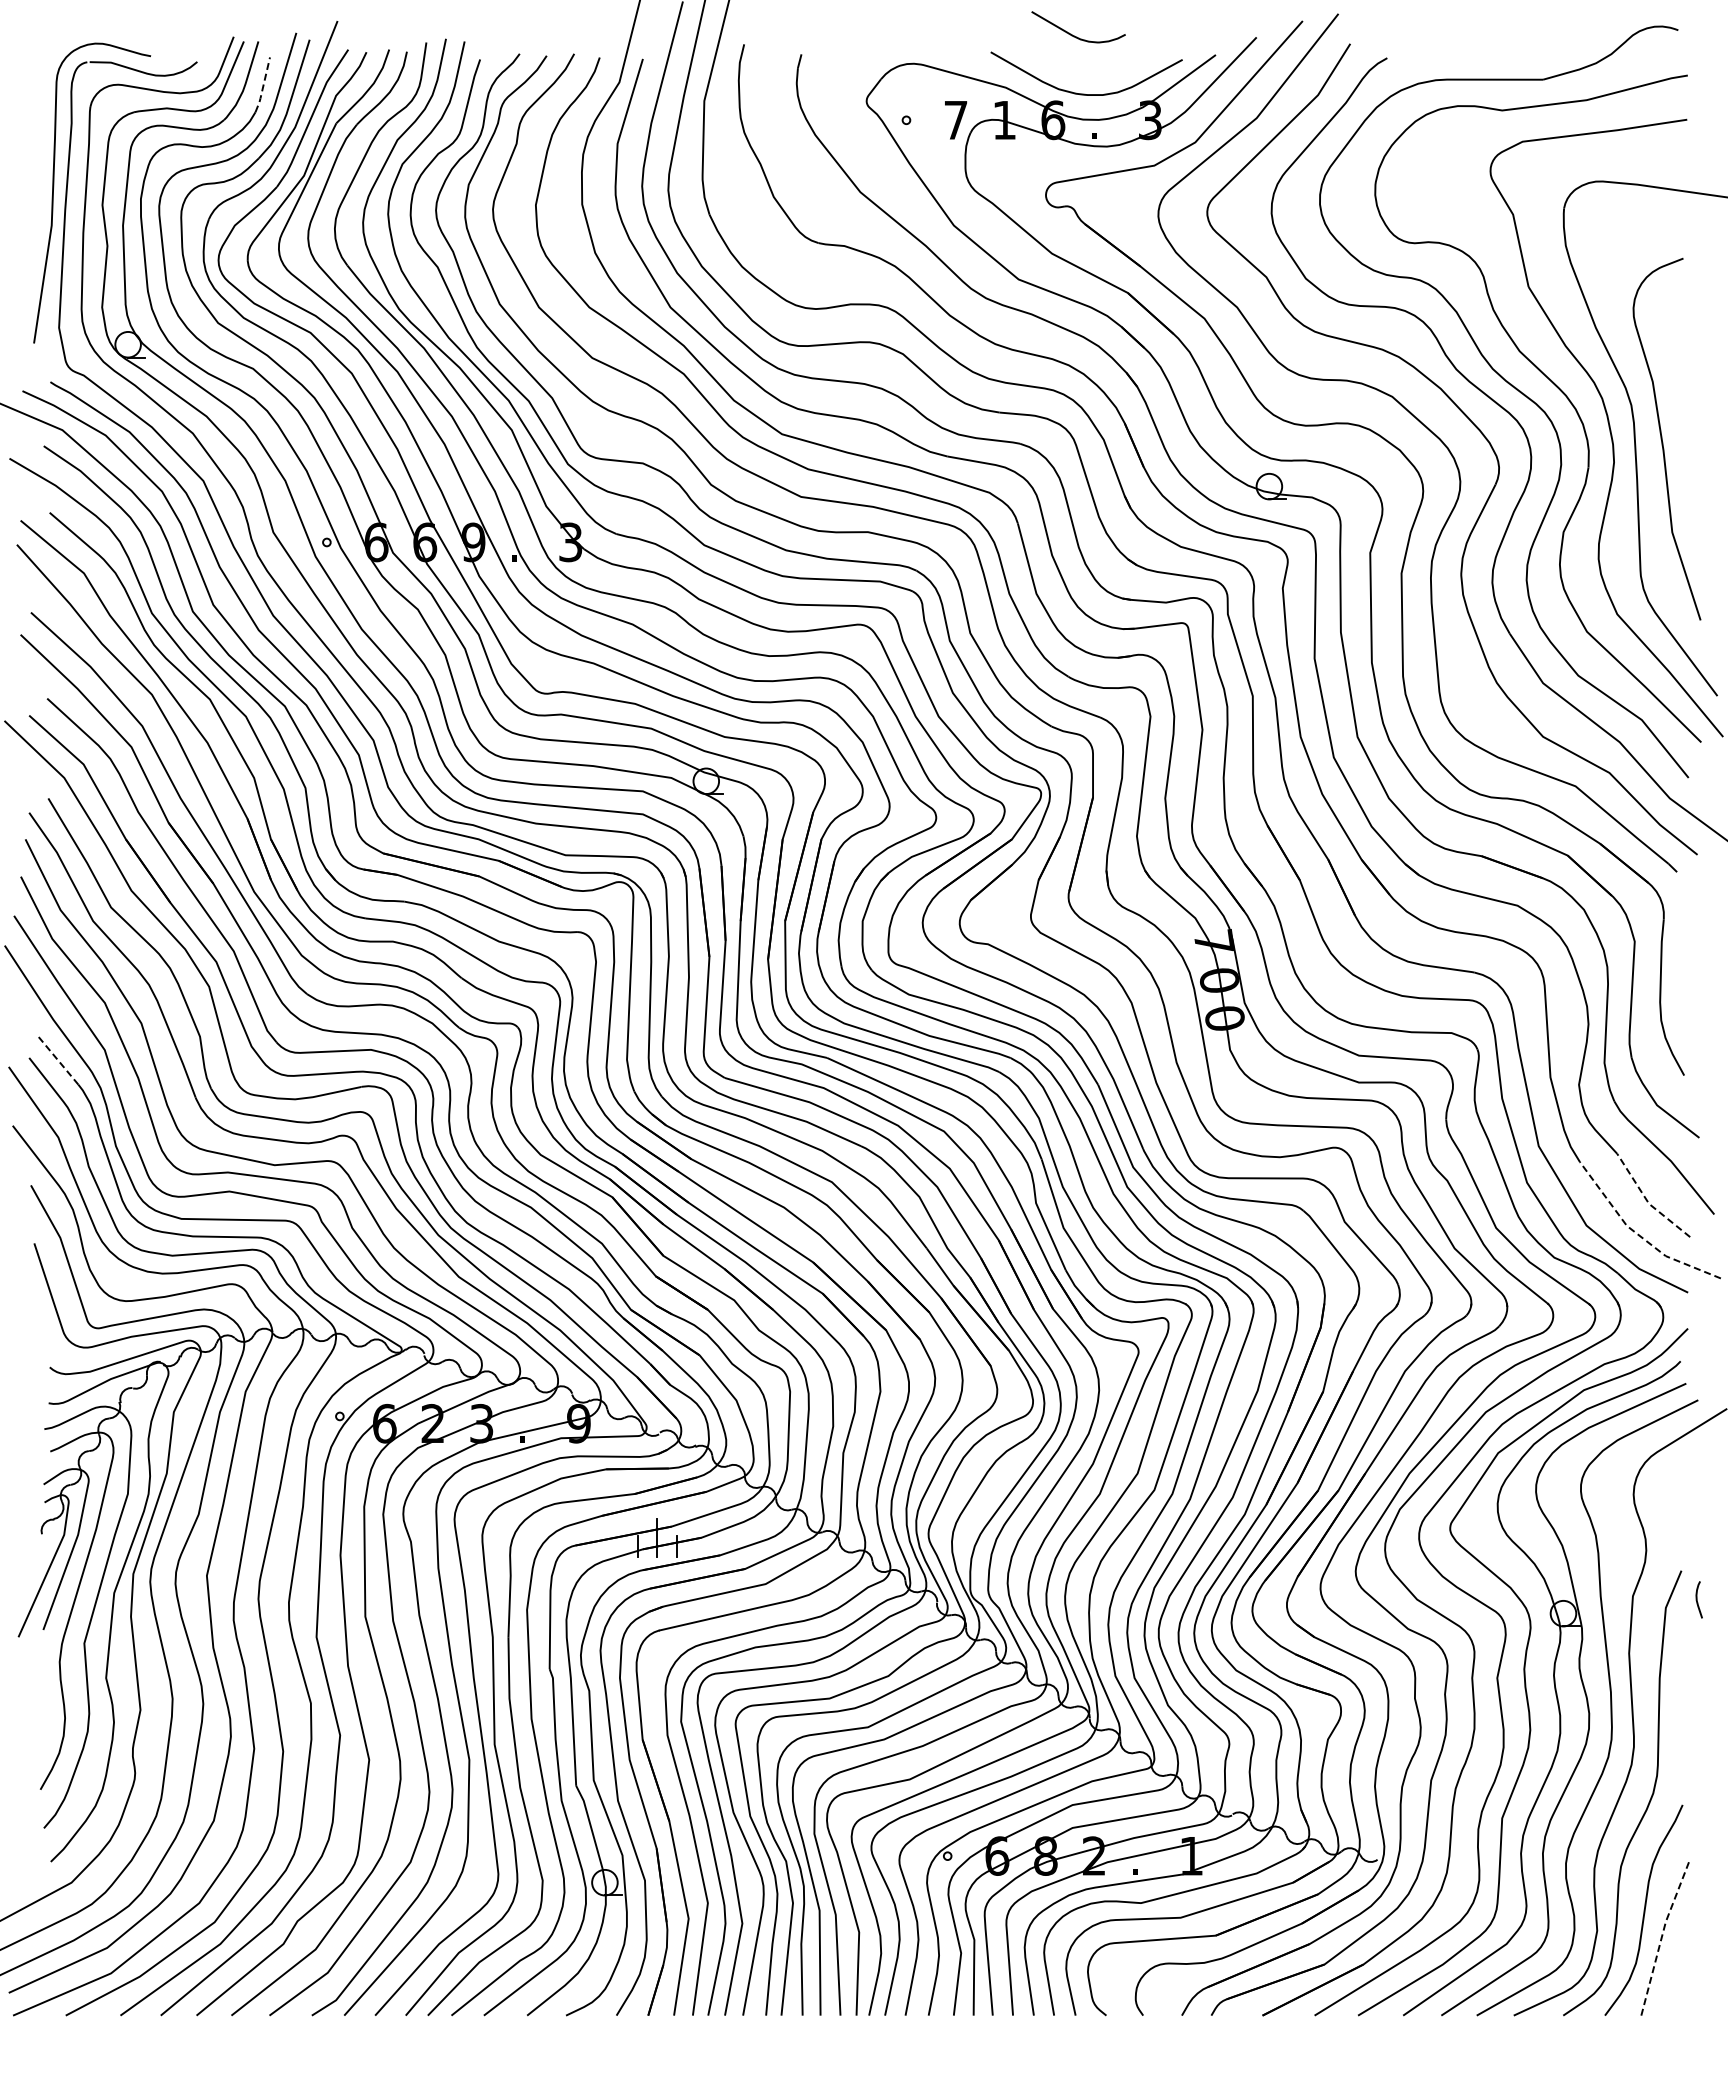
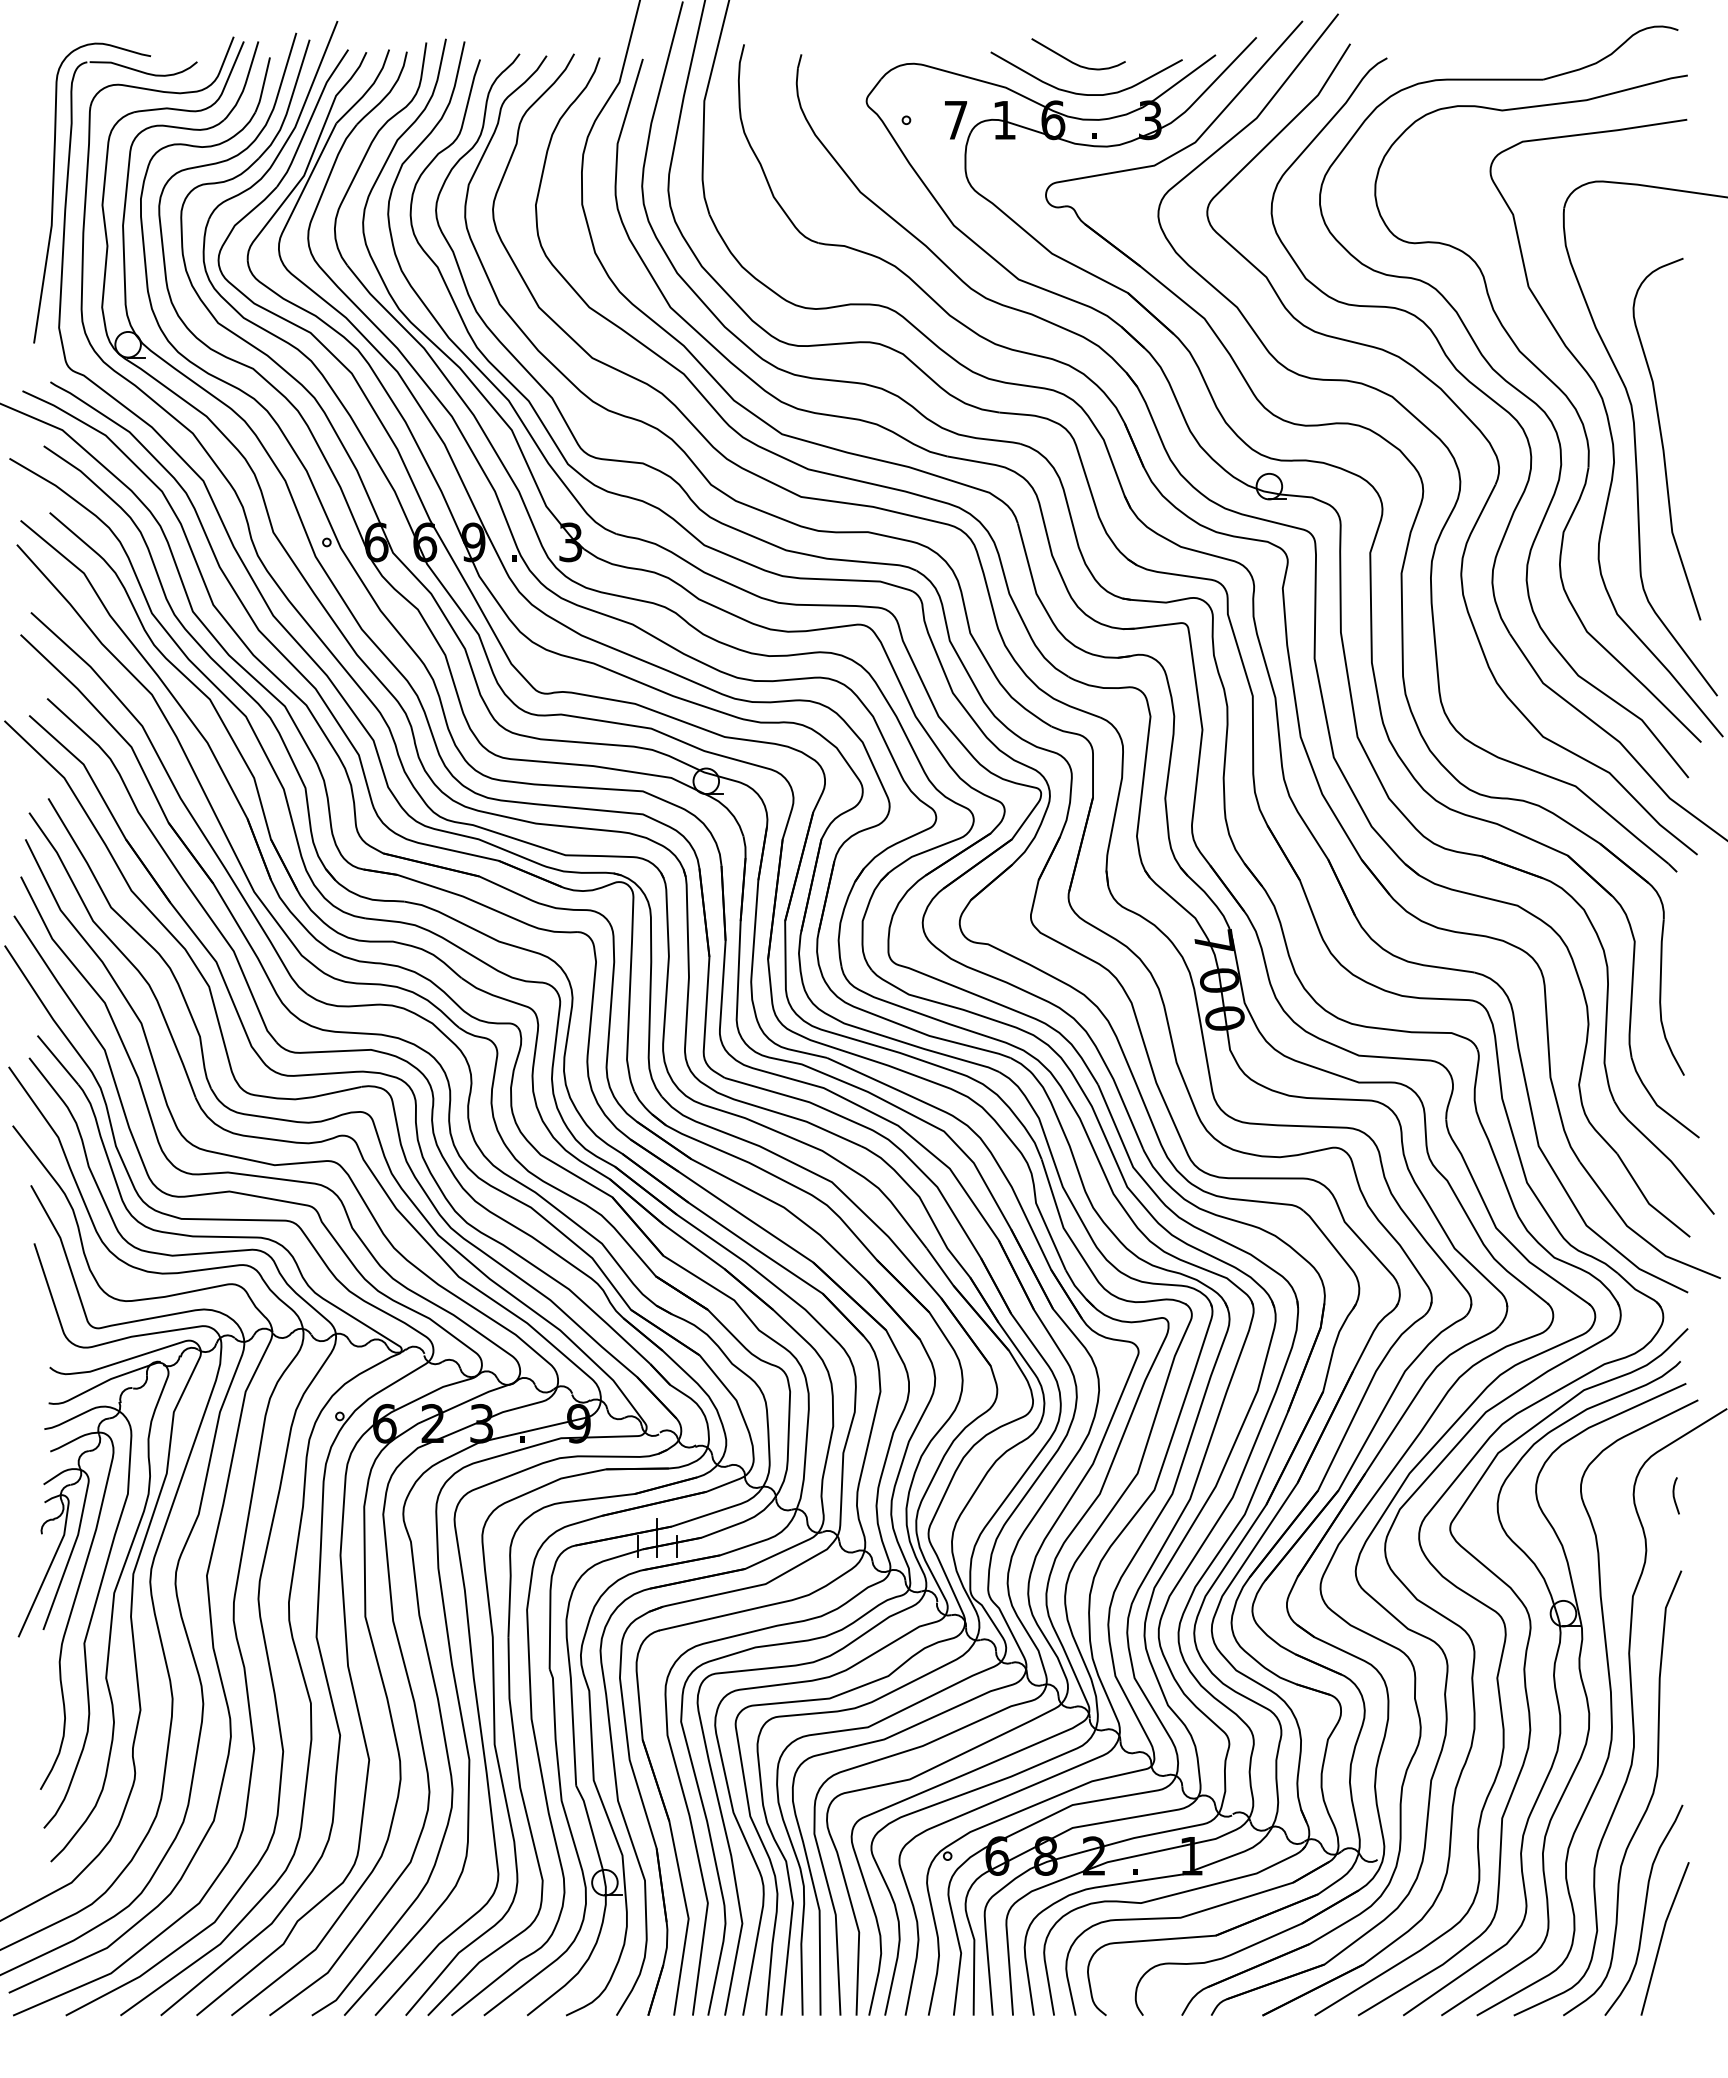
curve at (1074, 35) position: (1074, 35) -> (1074, 62)
line at (263, 85): dashed -> solid
line at (57, 1060): dashed -> solid
line at (1647, 1201): dashed -> solid
line at (1638, 1235): dashed -> solid
curve at (1697, 1599) position: (1697, 1599) -> (1674, 1495)
line at (1661, 1937): dashed -> solid
